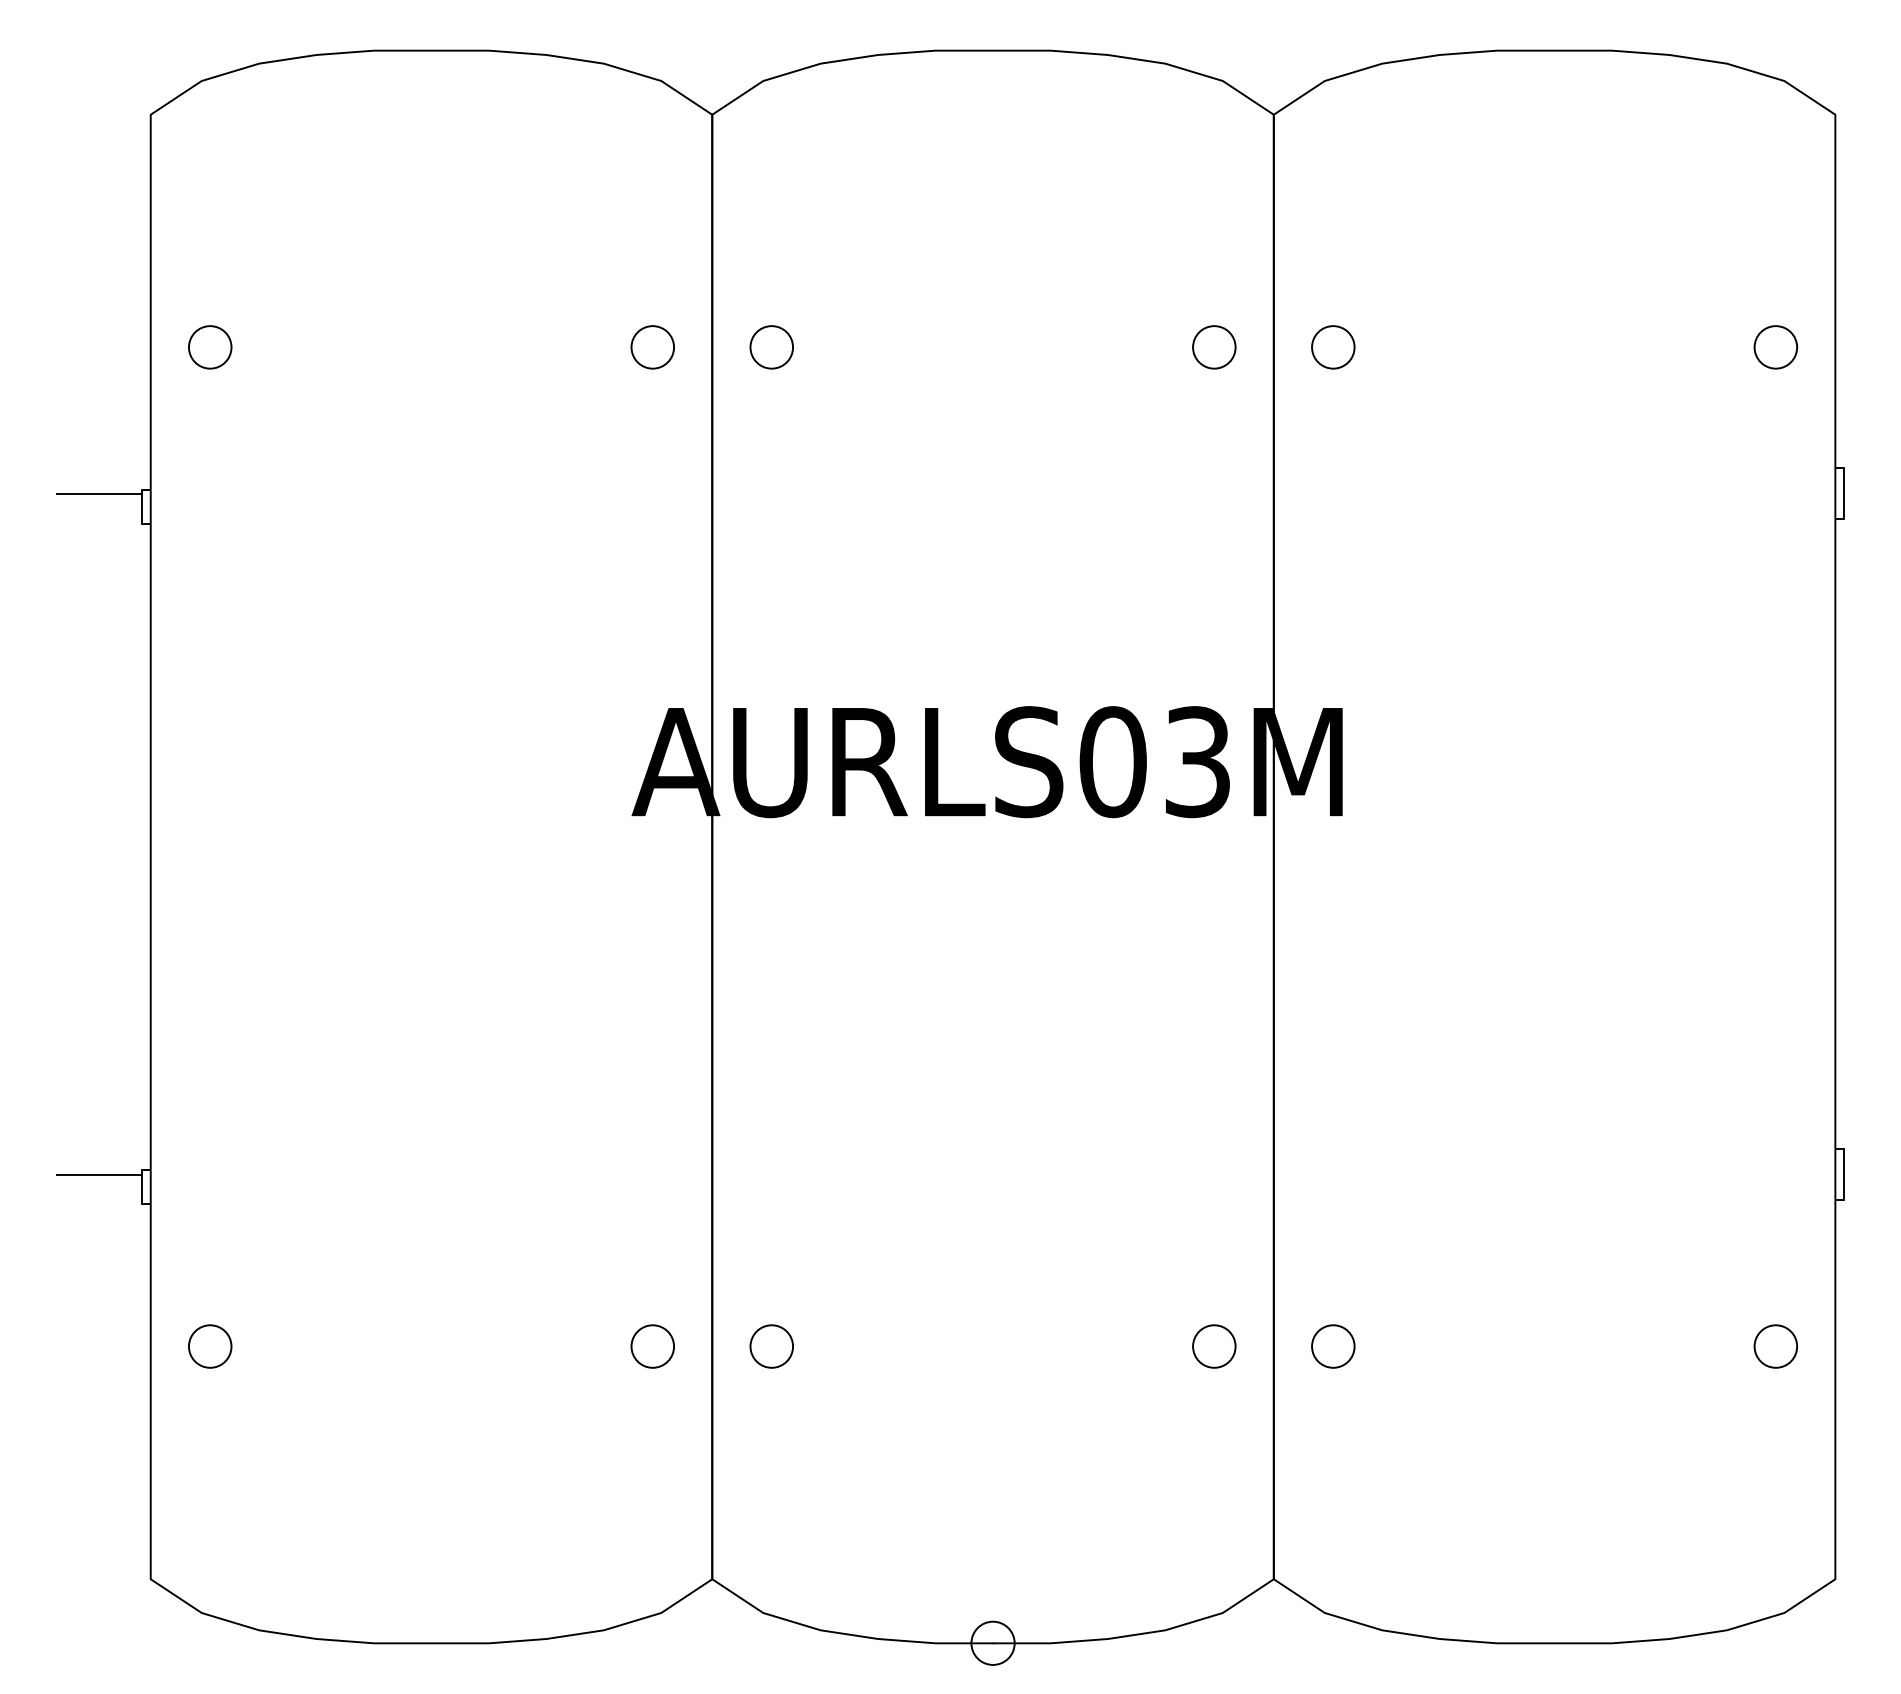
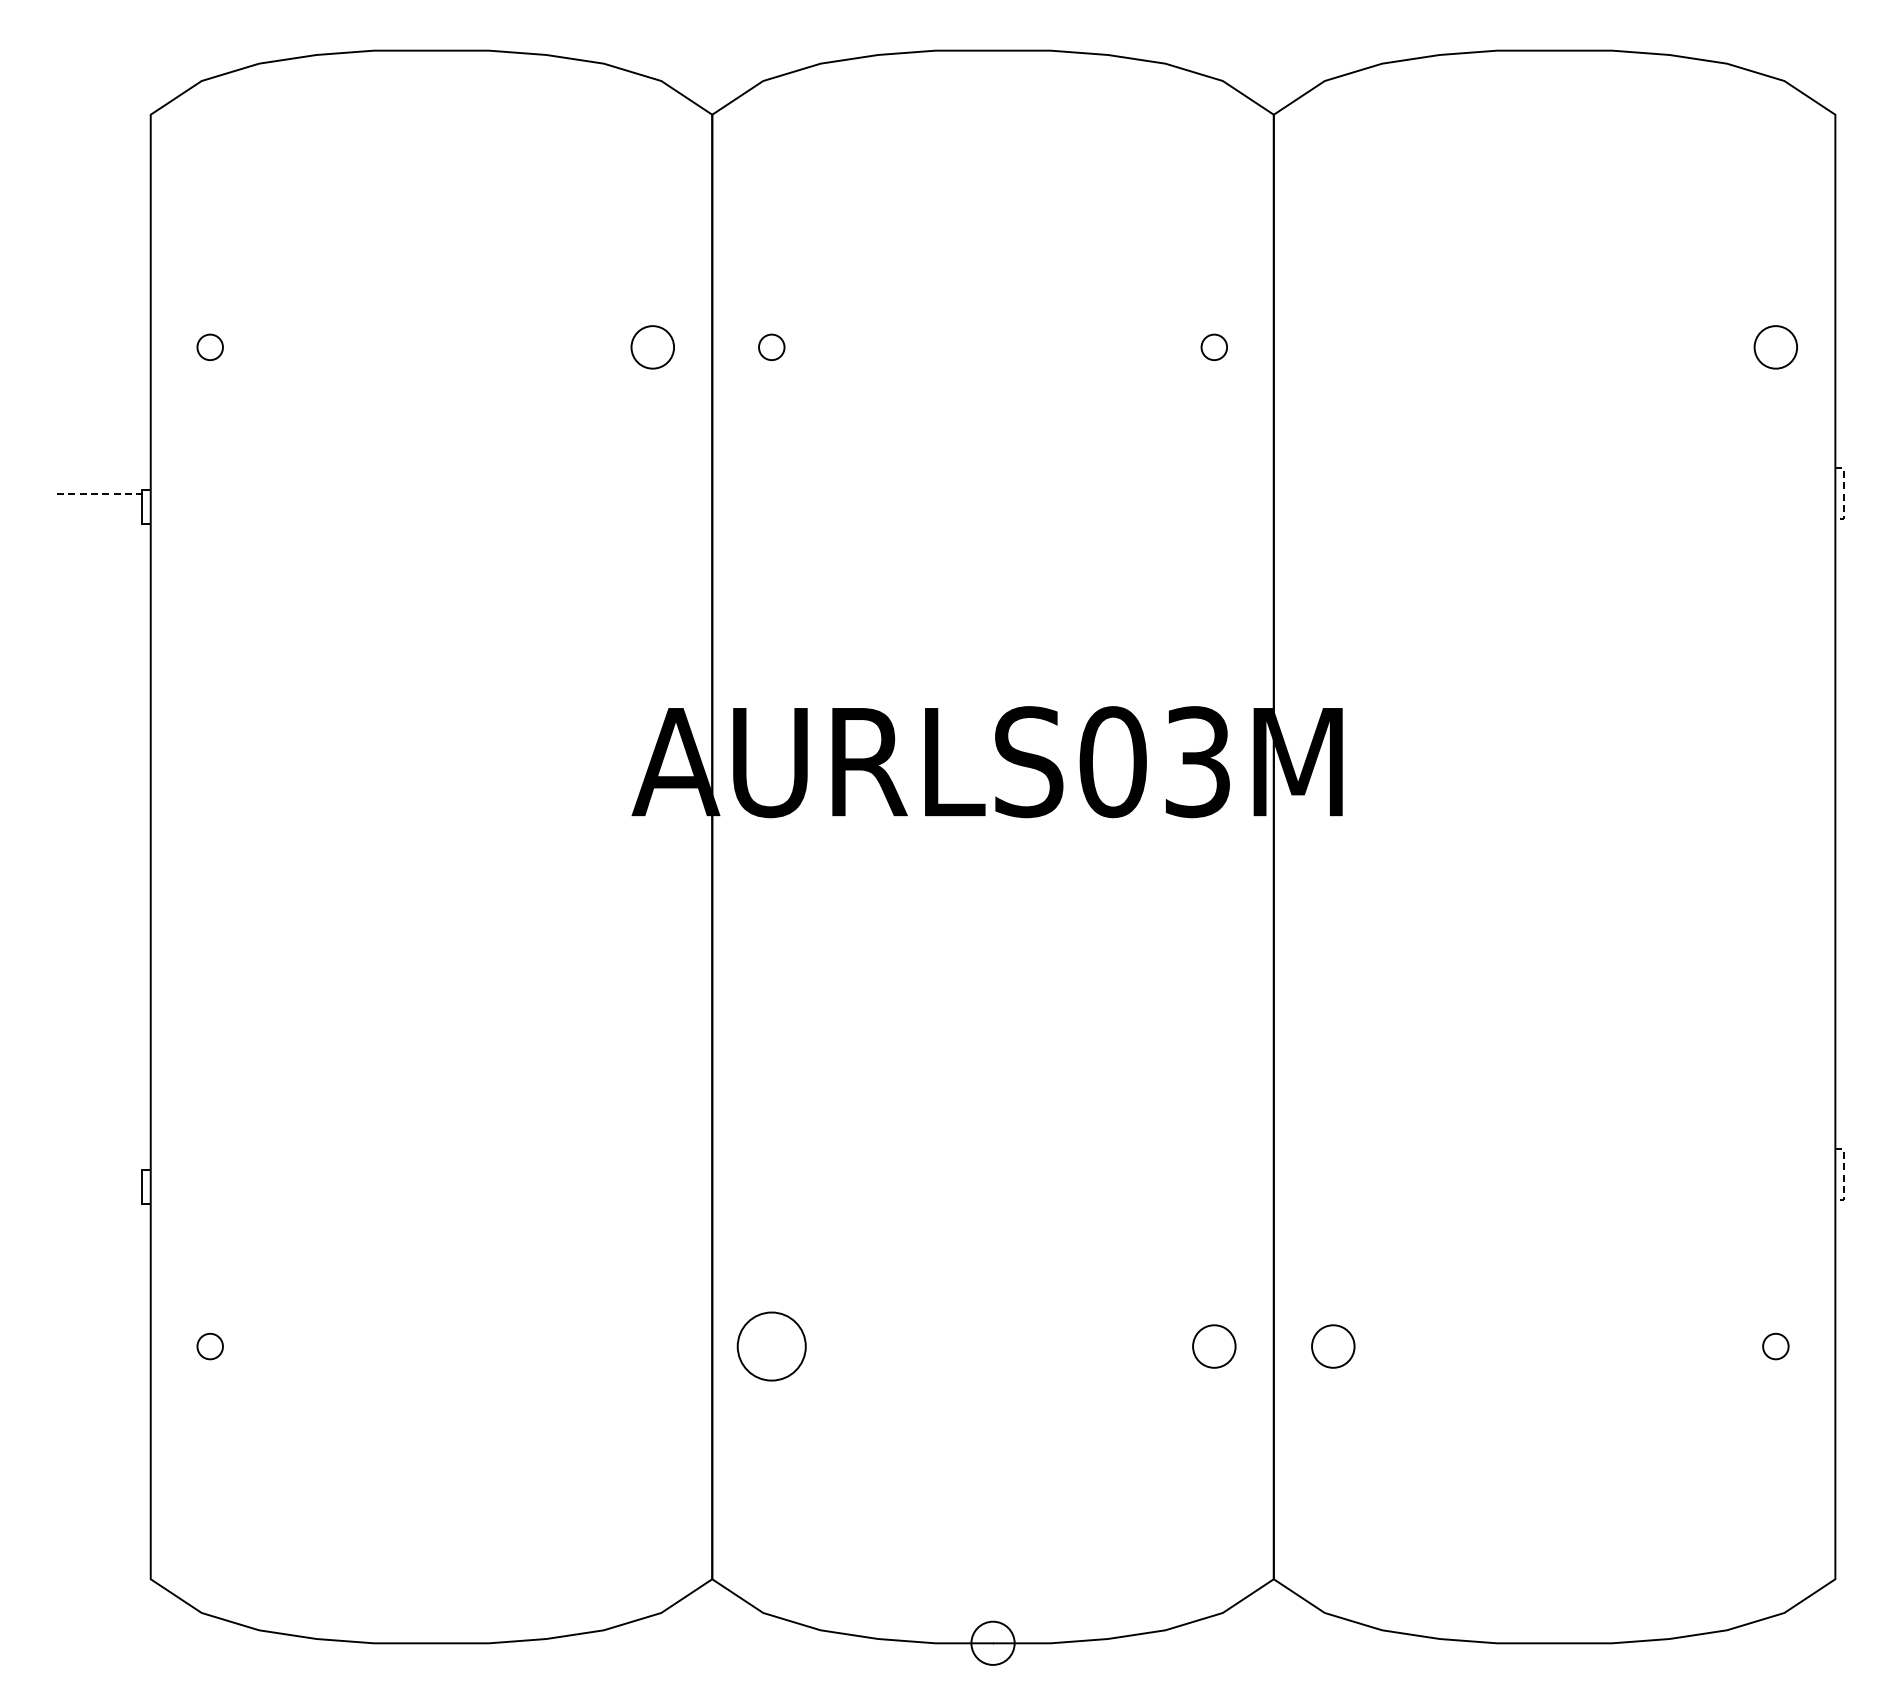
circle at (209, 347) diameter: 43 px -> 26 px
circle at (771, 347) diameter: 43 px -> 26 px
circle at (1214, 347) diameter: 43 px -> 26 px
circle at (1333, 347): present -> none
line at (99, 493): solid -> dashed
line at (1843, 493): solid -> dashed
line at (99, 1174): present -> none
line at (1843, 1174): solid -> dashed
circle at (209, 1346) diameter: 43 px -> 26 px
circle at (652, 1346): present -> none
circle at (771, 1346) diameter: 43 px -> 68 px
circle at (1775, 1346) diameter: 43 px -> 26 px
